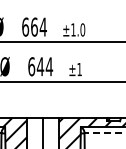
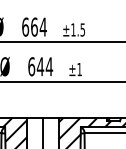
text at (82, 29): ±1.0 -> ±1.5
line at (105, 133): dashed -> solid
